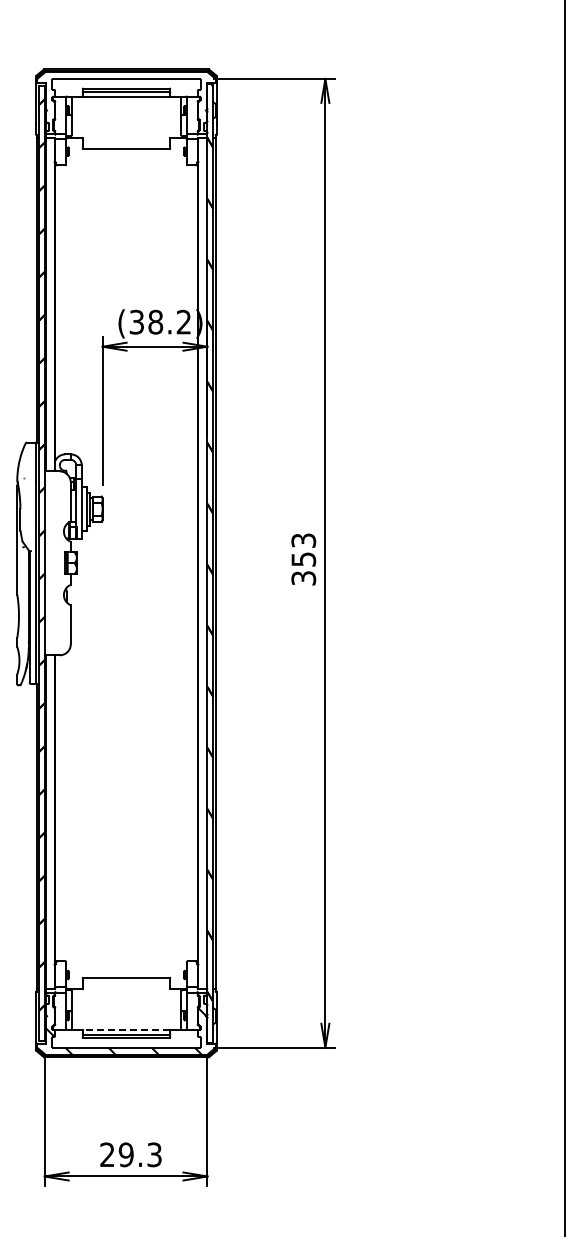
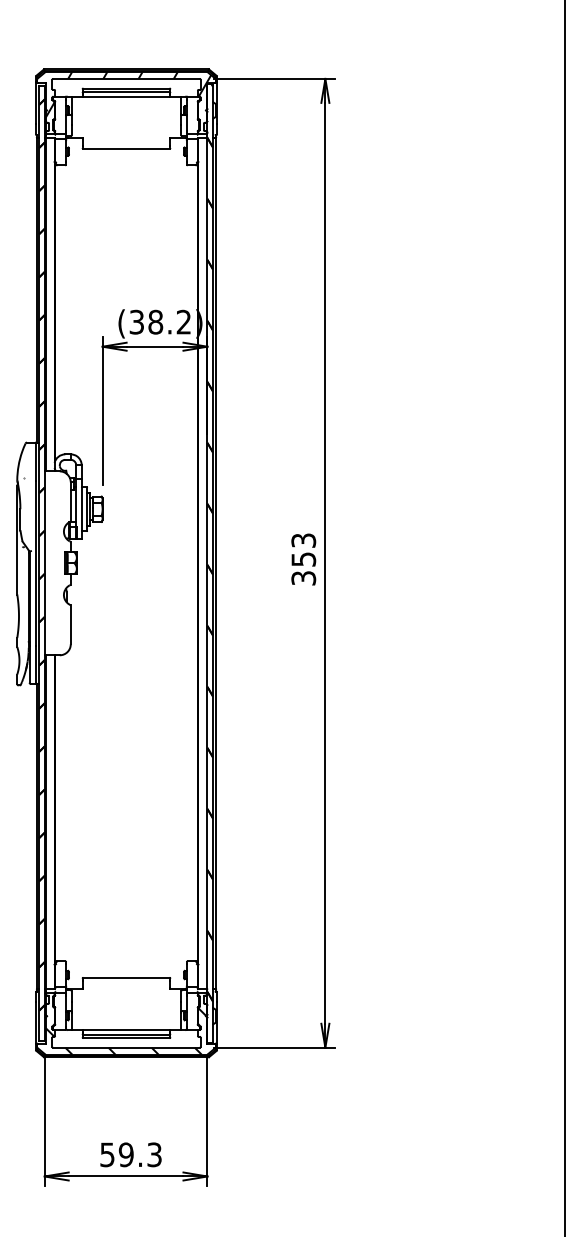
hatch at (128, 95): none -> present
line at (126, 1029): dashed -> solid
text at (107, 1154): 29.3 -> 59.3
